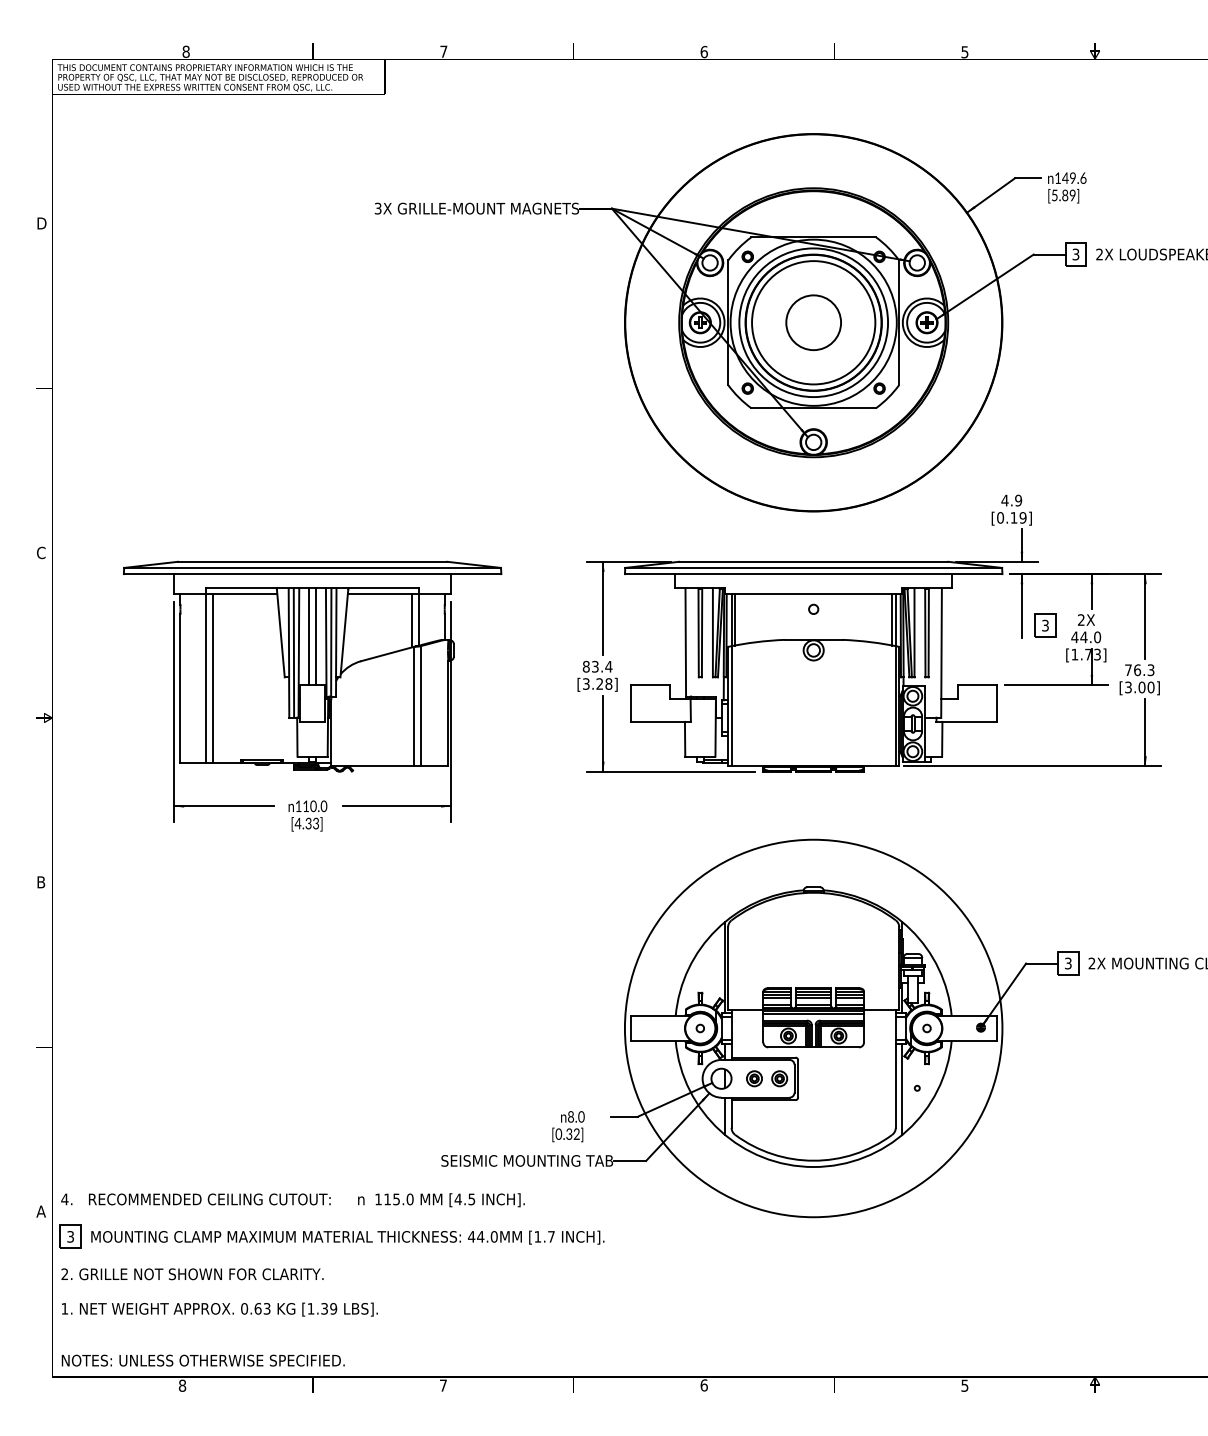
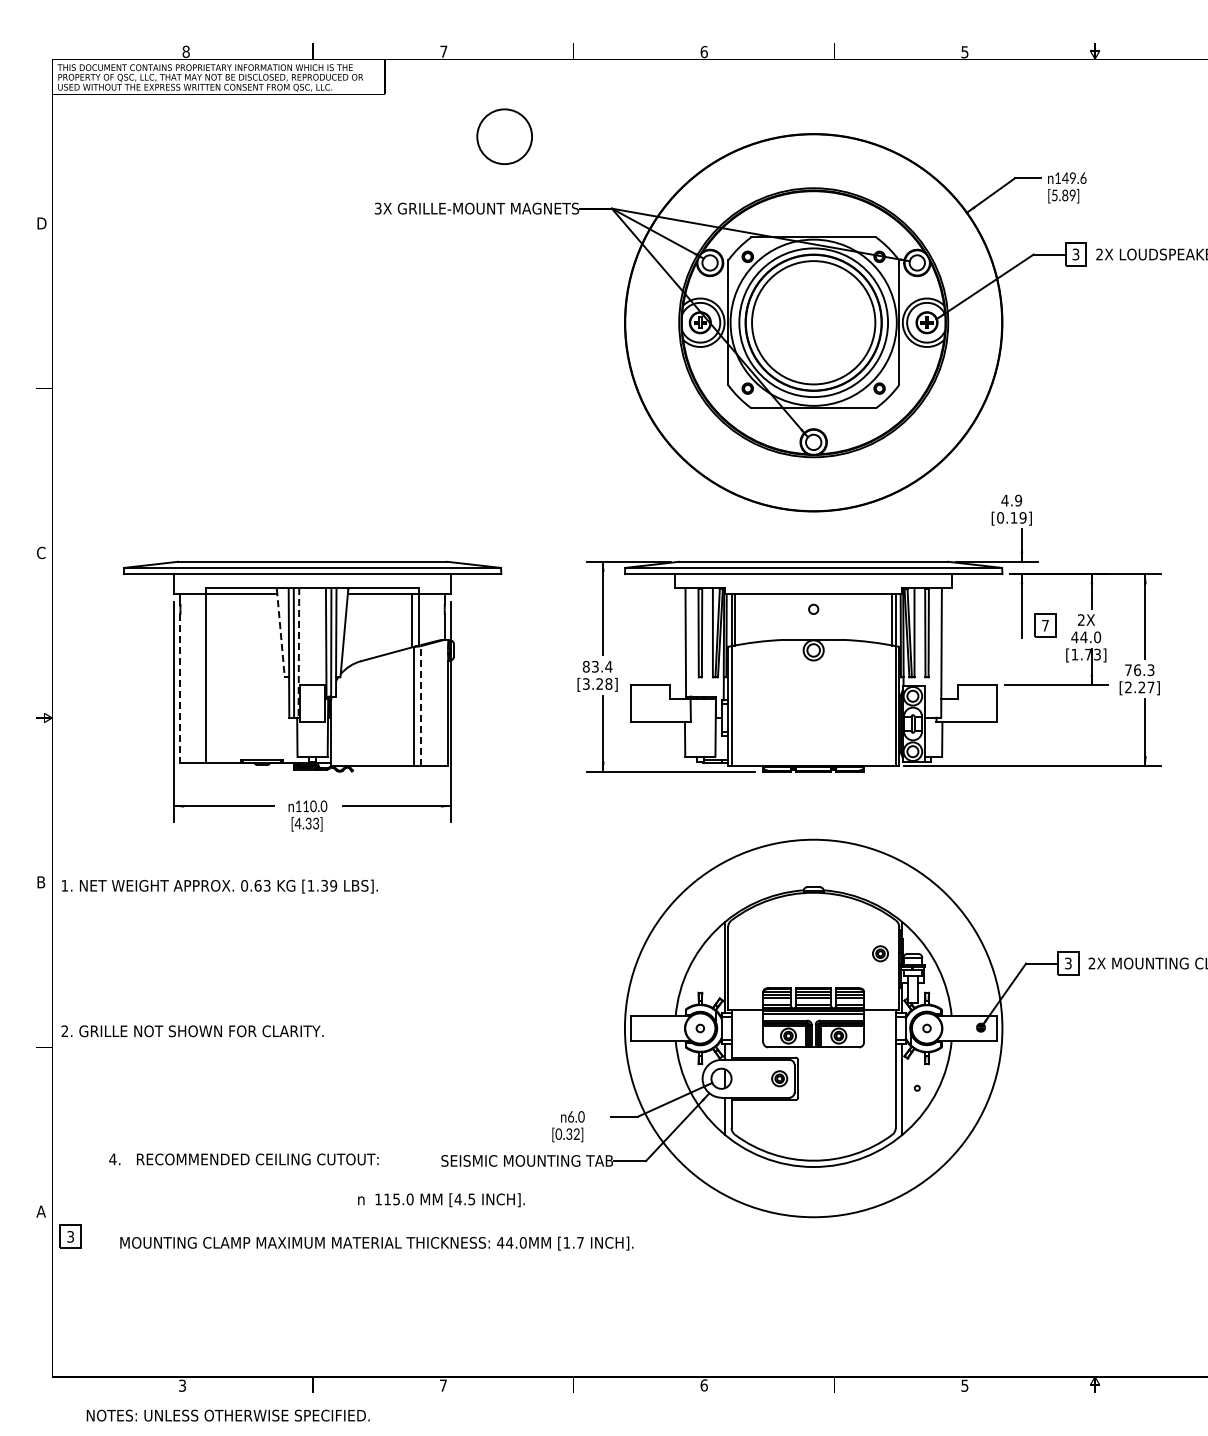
circle at (813, 322) position: (813, 322) -> (504, 136)
text at (1045, 625): 3 -> 7
line at (280, 633): solid -> dashed
line at (308, 635): present -> none
line at (316, 635): present -> none
line at (298, 652): solid -> dashed
line at (213, 678): present -> none
text at (1139, 687): [3.00] -> [2.27]
line at (180, 688): solid -> dashed
line at (420, 705): solid -> dashed
part at (754, 1078) position: (754, 1078) -> (880, 953)
text at (571, 1116): 8.0 -> 6.0
text at (195, 1199) position: (195, 1199) -> (243, 1159)
text at (347, 1237) position: (347, 1237) -> (376, 1243)
text at (192, 1274) position: (192, 1274) -> (192, 1031)
text at (219, 1309) position: (219, 1309) -> (219, 886)
text at (202, 1360) position: (202, 1360) -> (227, 1415)
text at (182, 1385): 8 -> 3
